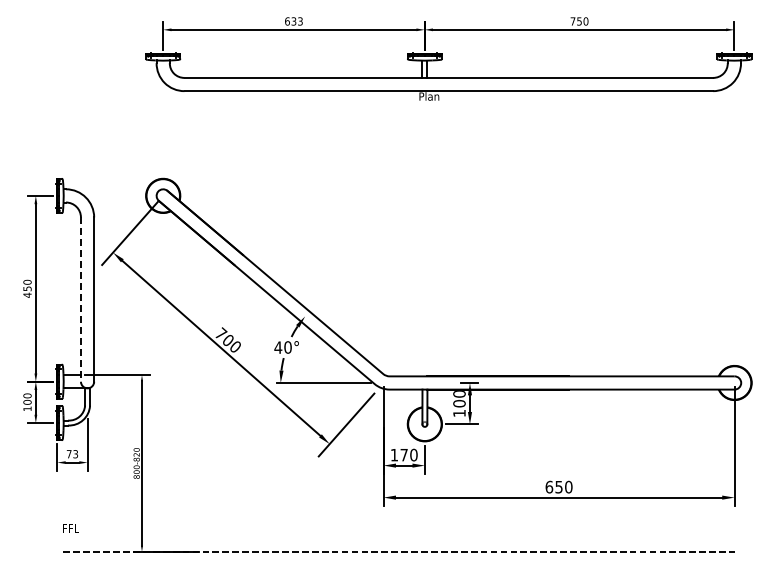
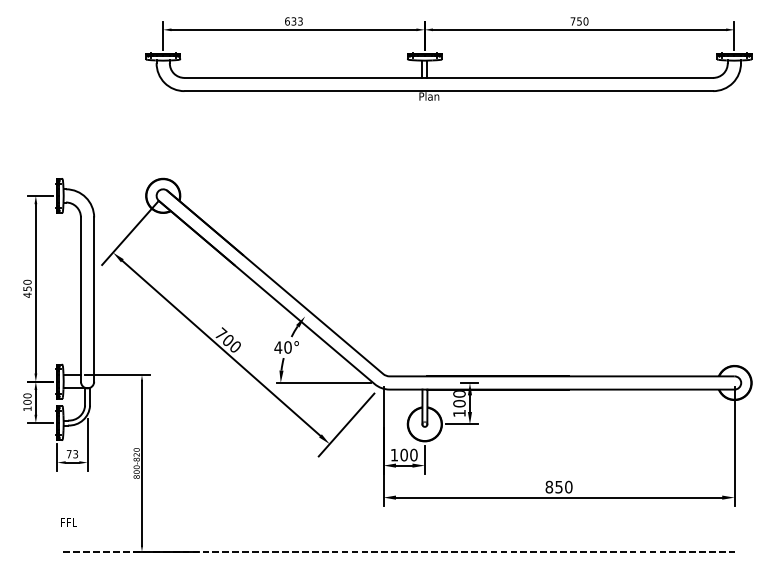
line at (80, 300): dashed -> solid
text at (403, 454): 170 -> 100
text at (549, 486): 650 -> 850
text at (70, 528) position: (70, 528) -> (68, 522)
